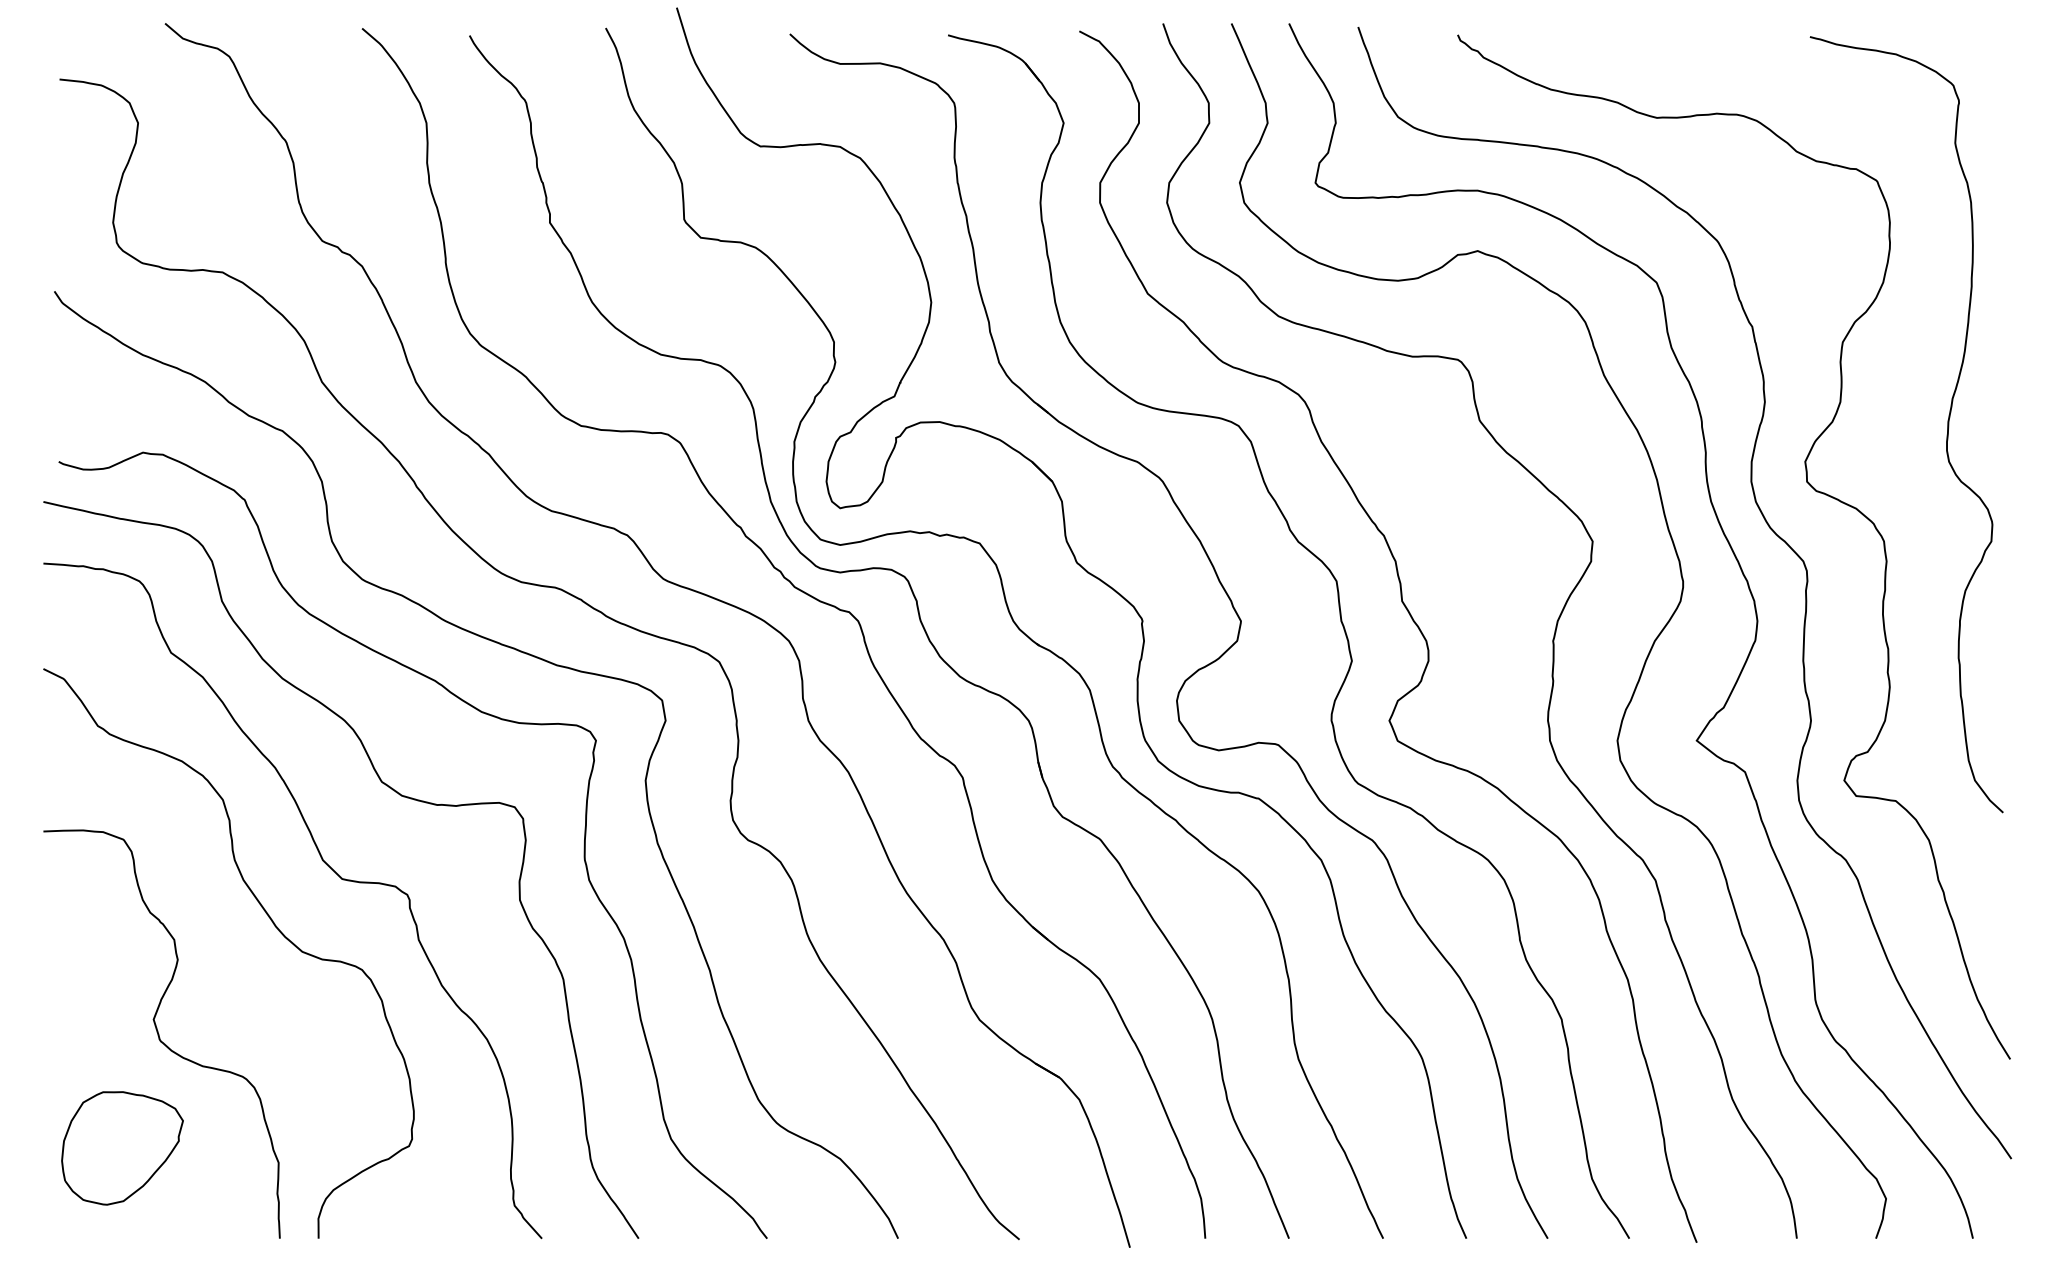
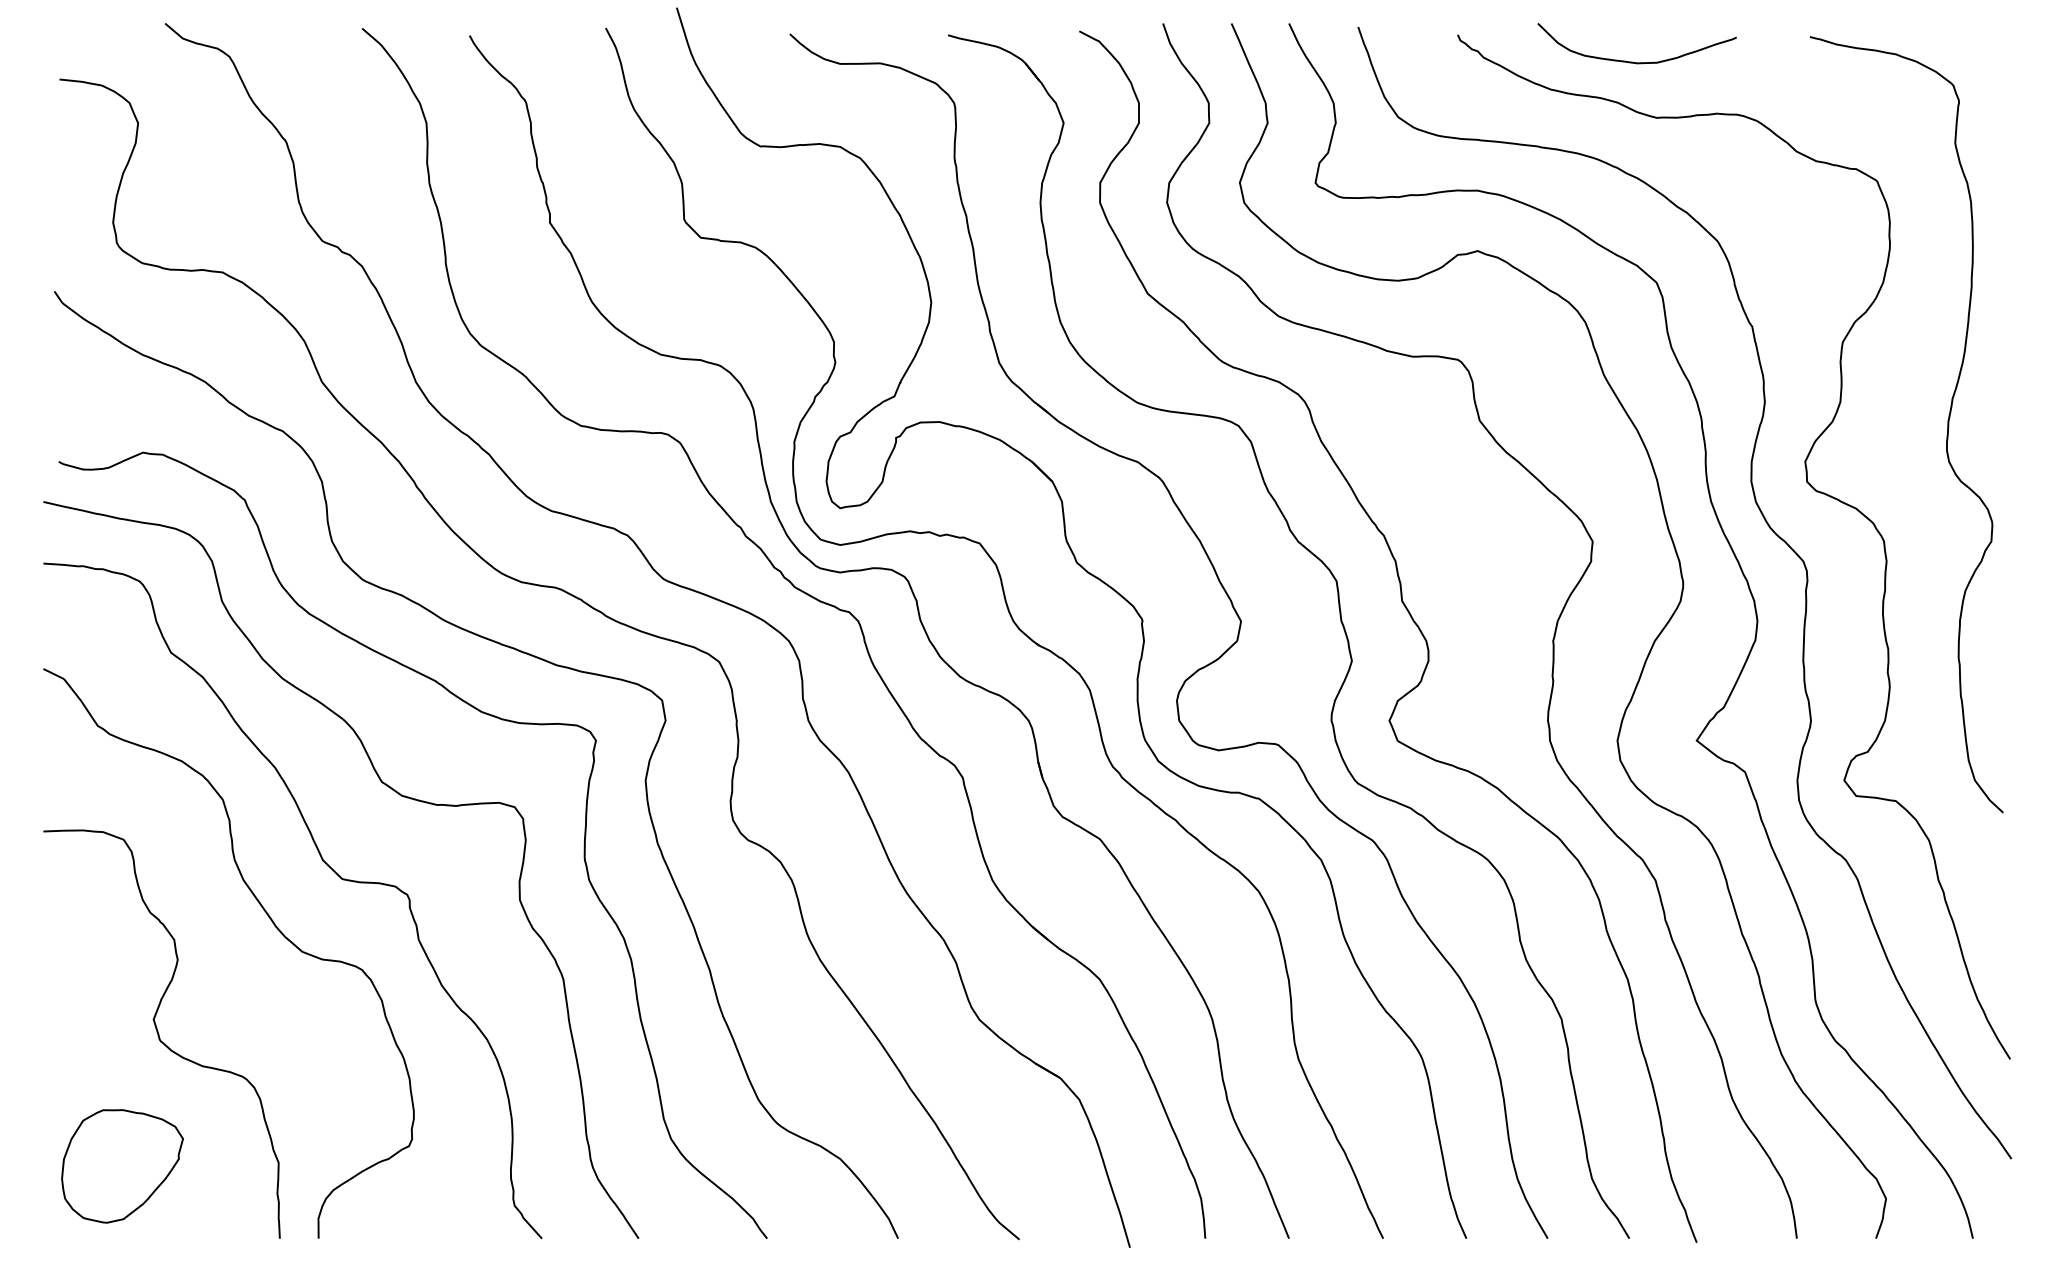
curve at (1633, 61): none -> present
part at (122, 1148) position: (122, 1148) -> (122, 1166)
